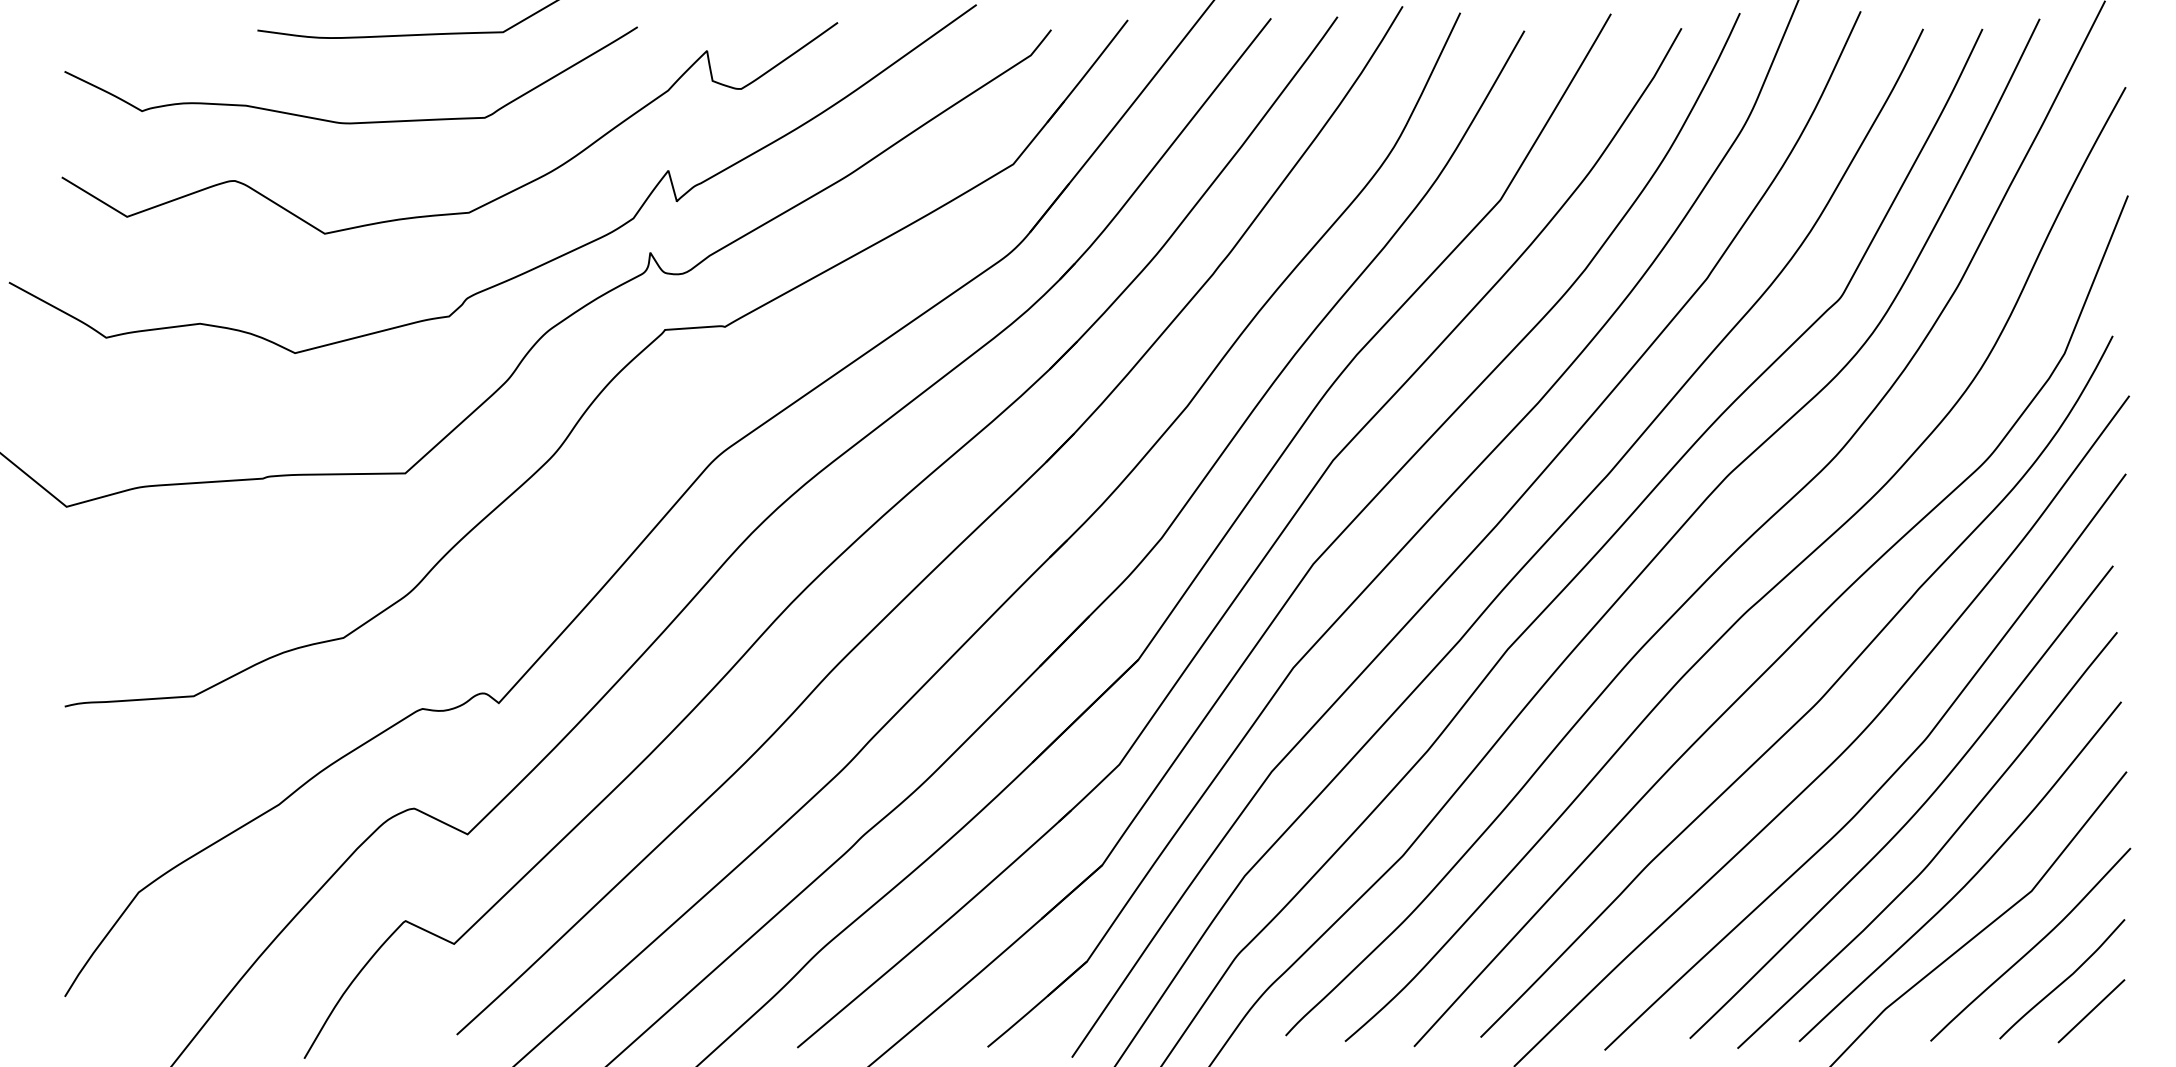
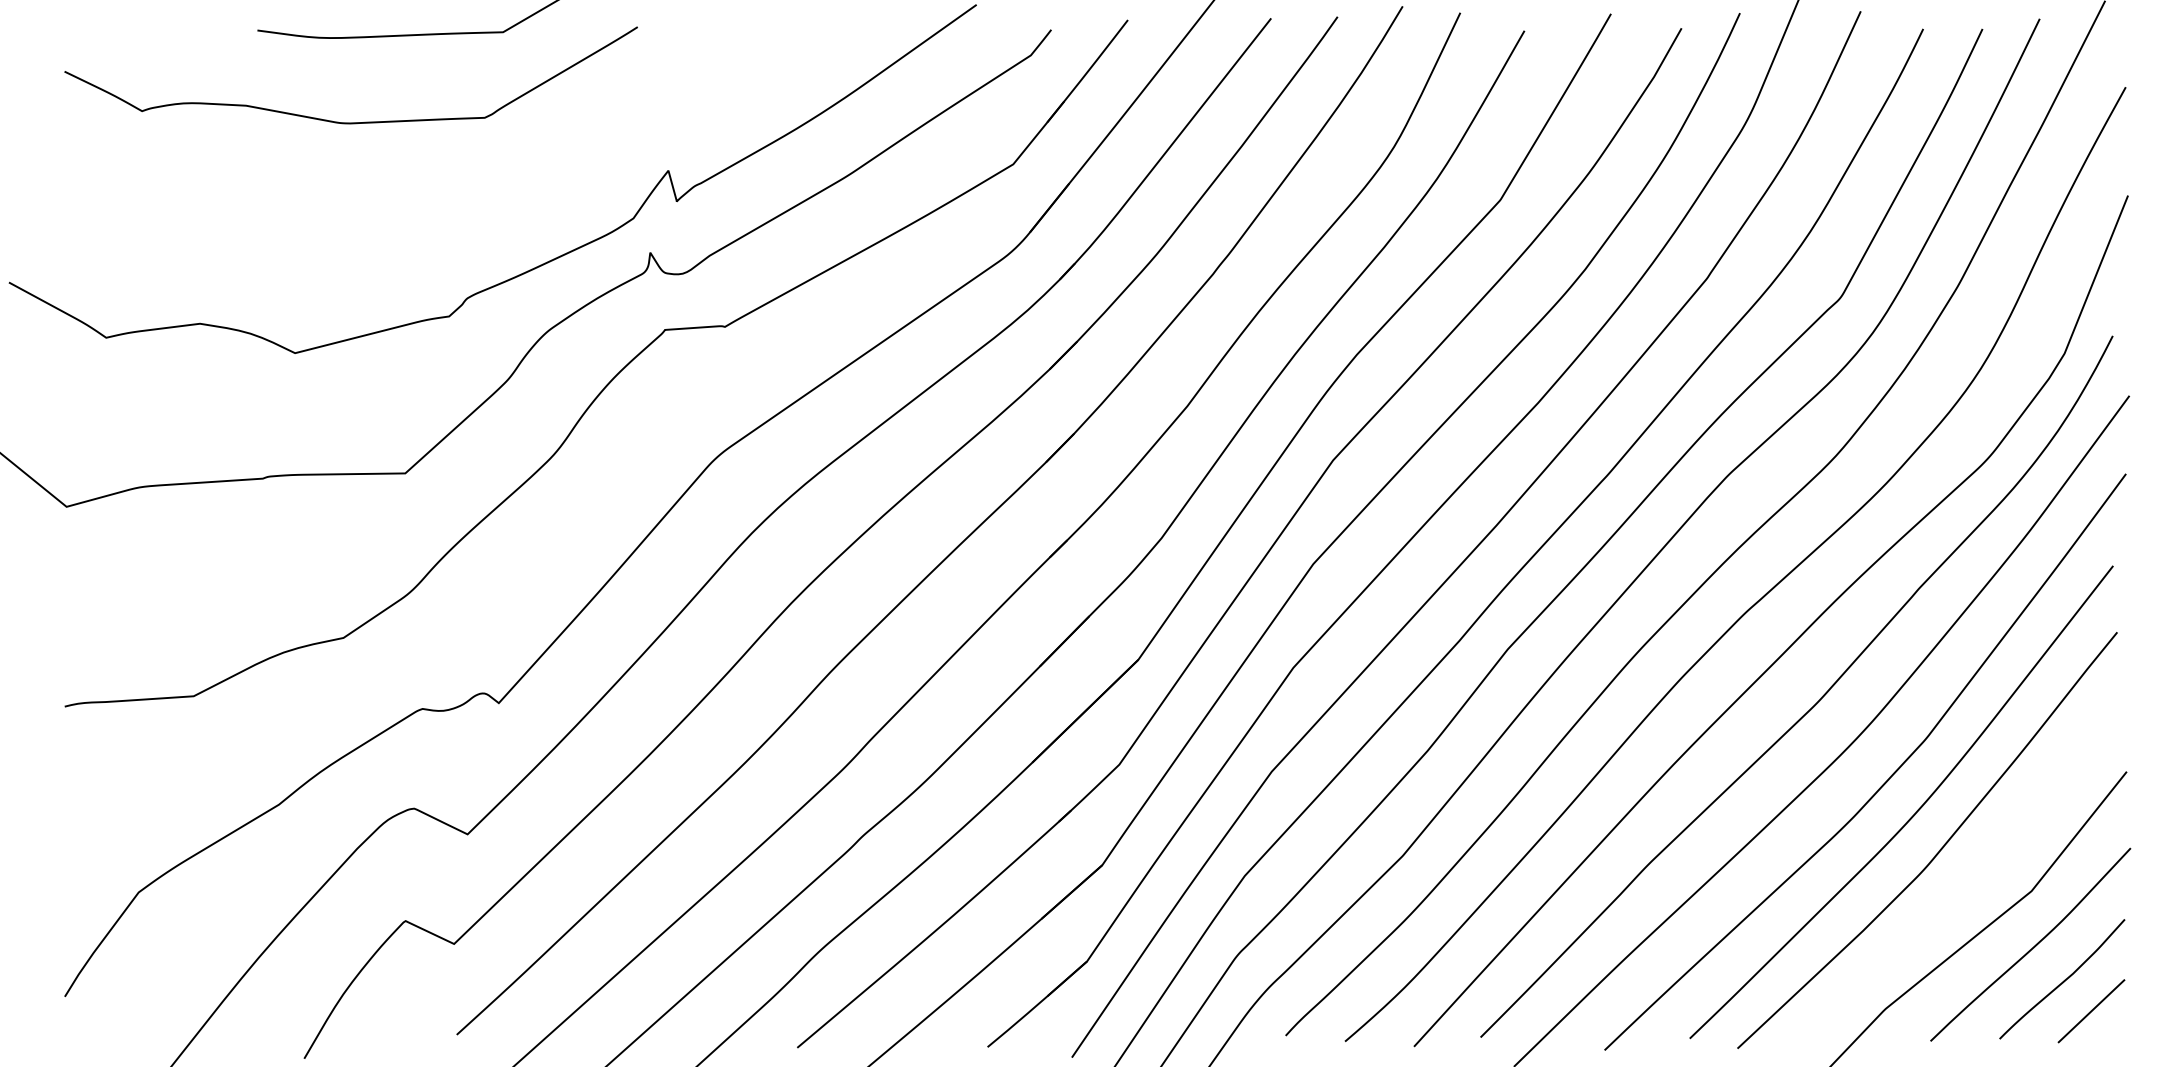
curve at (487, 202): present -> none
curve at (1968, 880): present -> none
